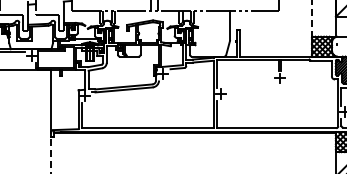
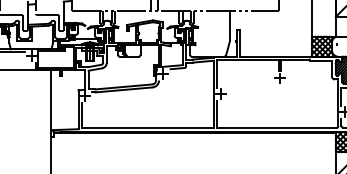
line at (312, 18): dashed -> solid
line at (51, 156): dashed -> solid
